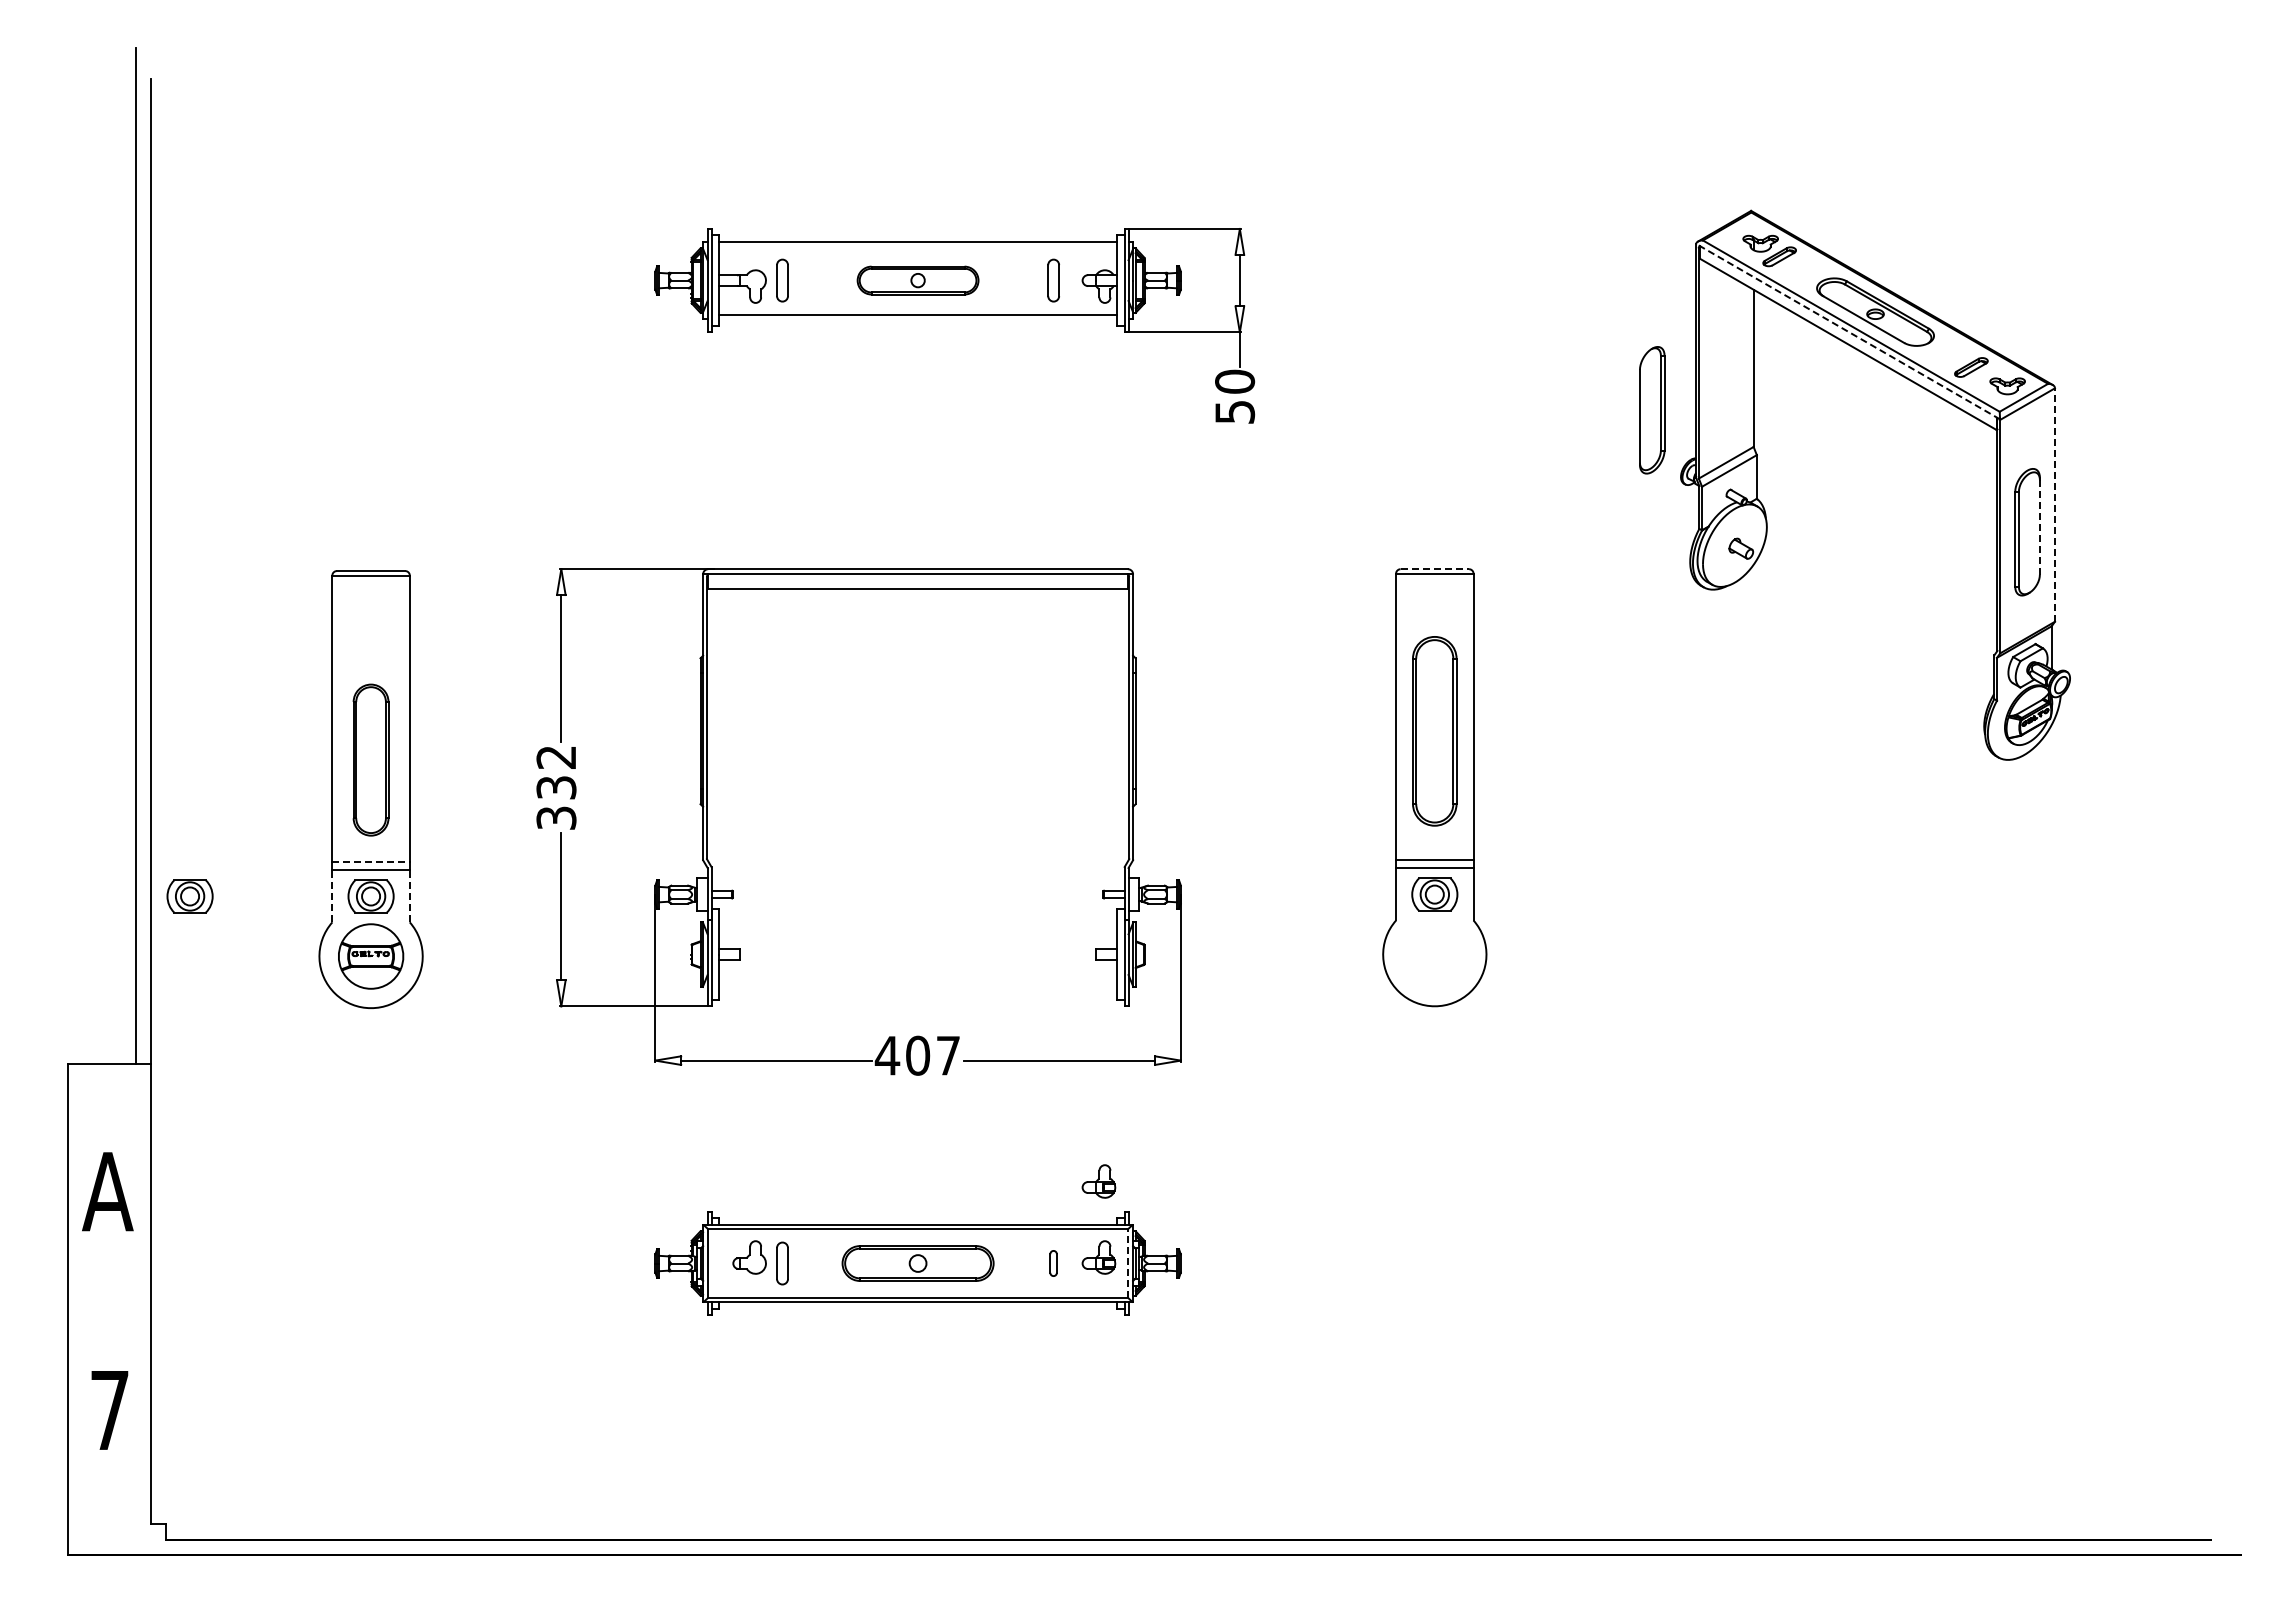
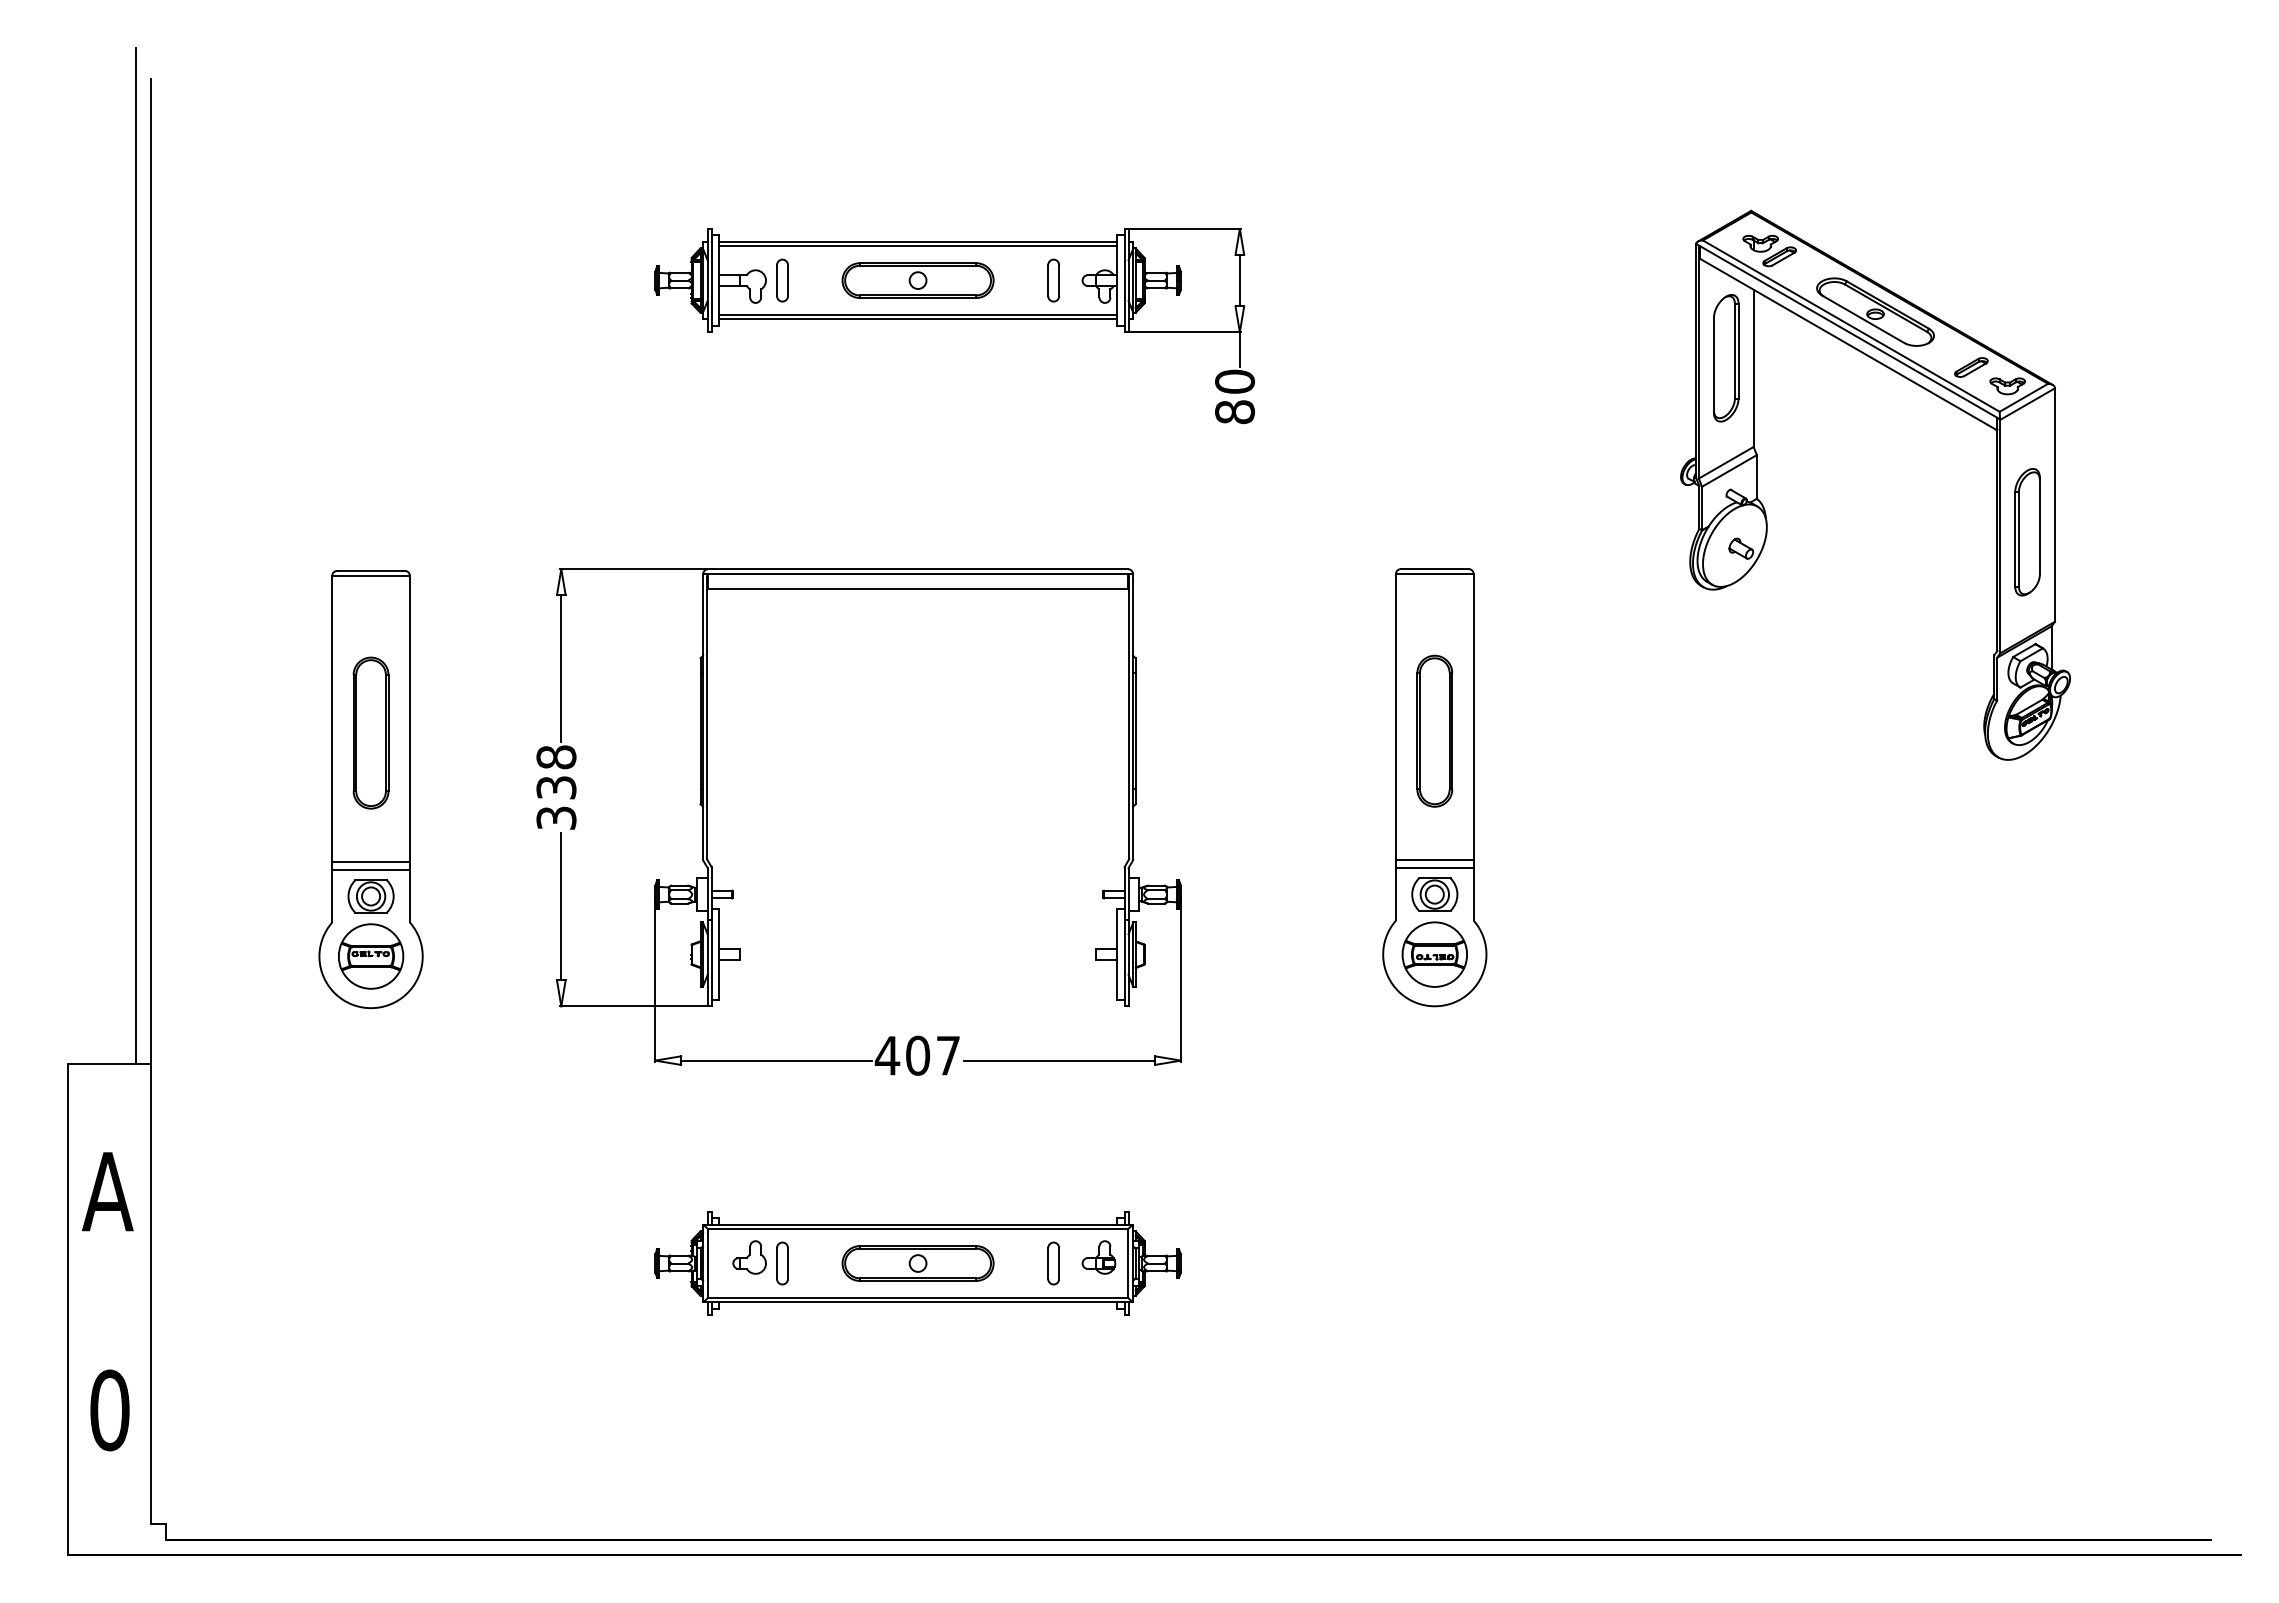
line at (917, 245): none -> present
part at (917, 280) size: 124x31 px -> 154x37 px
line at (917, 319): none -> present
line at (1848, 331): dashed -> solid
part at (1652, 410) position: (1652, 410) -> (1726, 358)
text at (1235, 412): 50 -> 80
line at (2054, 505): dashed -> solid
line at (2039, 526): dashed -> solid
line at (1435, 569): dashed -> solid
part at (1434, 731) size: 46x191 px -> 38x154 px
text at (556, 757): 332 -> 338
part at (370, 759) position: (370, 759) -> (370, 732)
line at (371, 862): dashed -> solid
line at (332, 895): dashed -> solid
line at (409, 895): dashed -> solid
part at (189, 896): present -> none
part at (1434, 954): none -> present
part at (1098, 1181): present -> none
part at (1053, 1263) size: 9x27 px -> 13x45 px
line at (1127, 1263): dashed -> solid
text at (109, 1410): 7 -> 0
